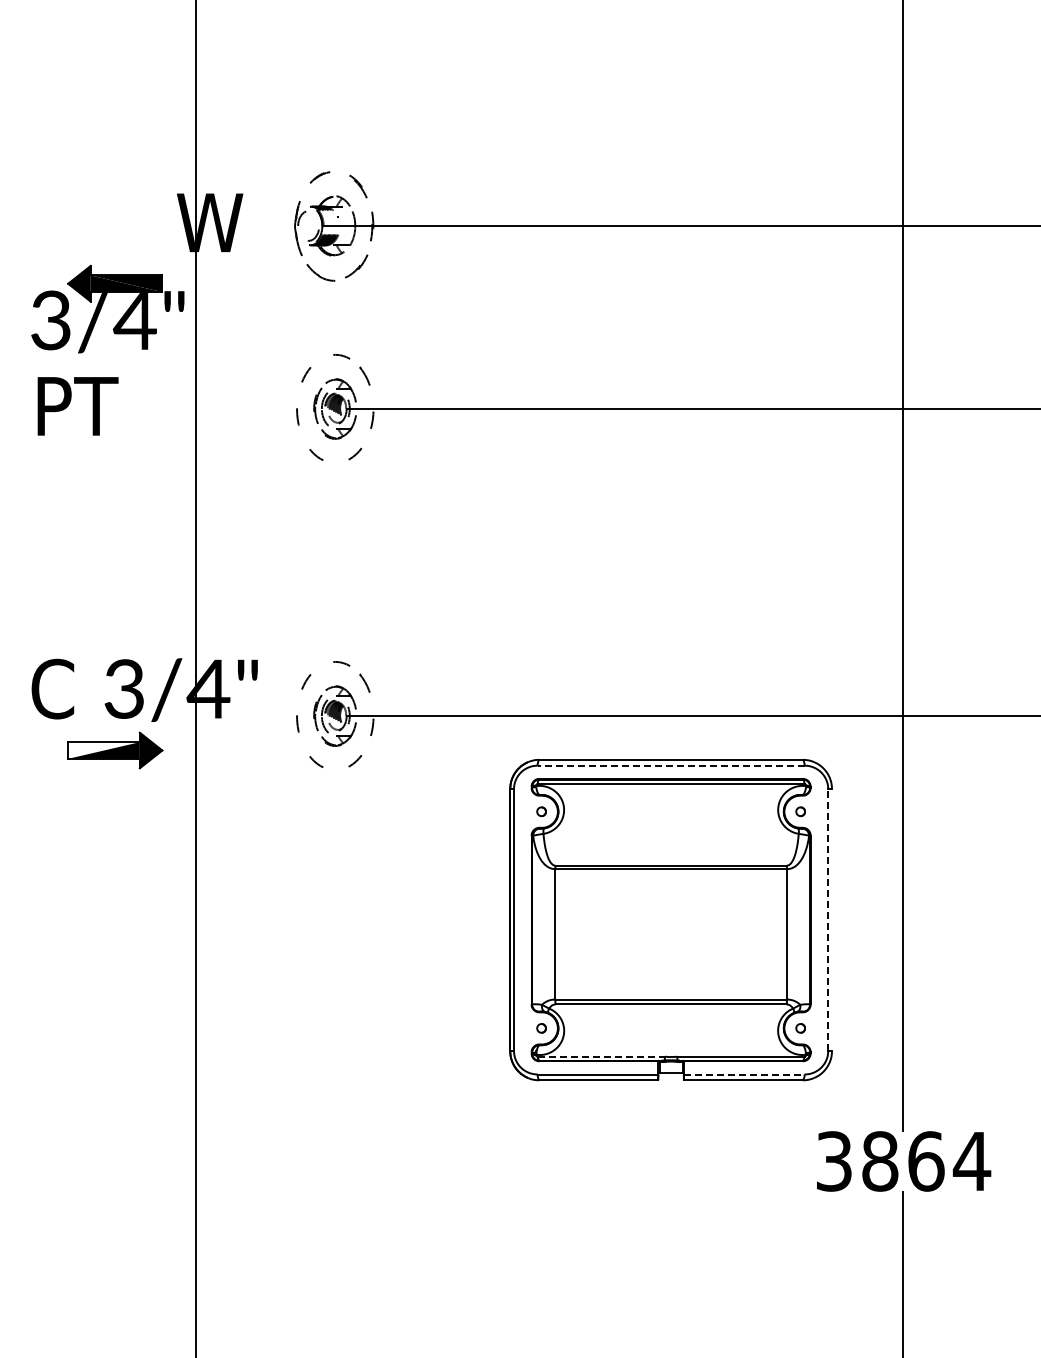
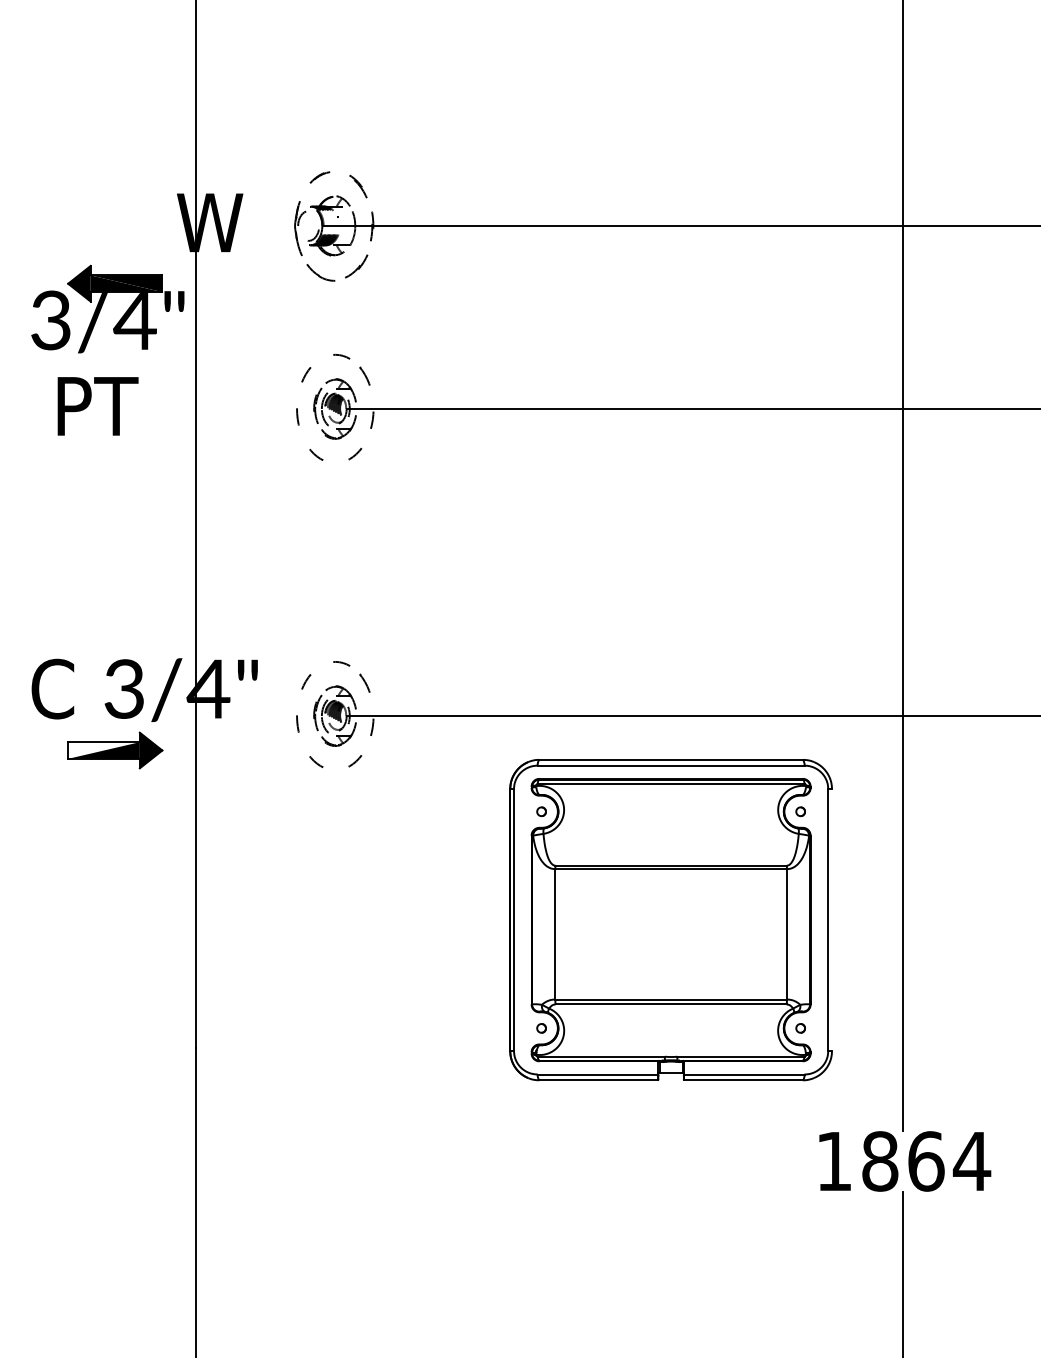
text at (77, 406) position: (77, 406) -> (97, 406)
line at (670, 765): dashed -> solid
line at (828, 919): dashed -> solid
line at (601, 1056): dashed -> solid
line at (744, 1074): dashed -> solid
text at (834, 1161): 3864 -> 1864
